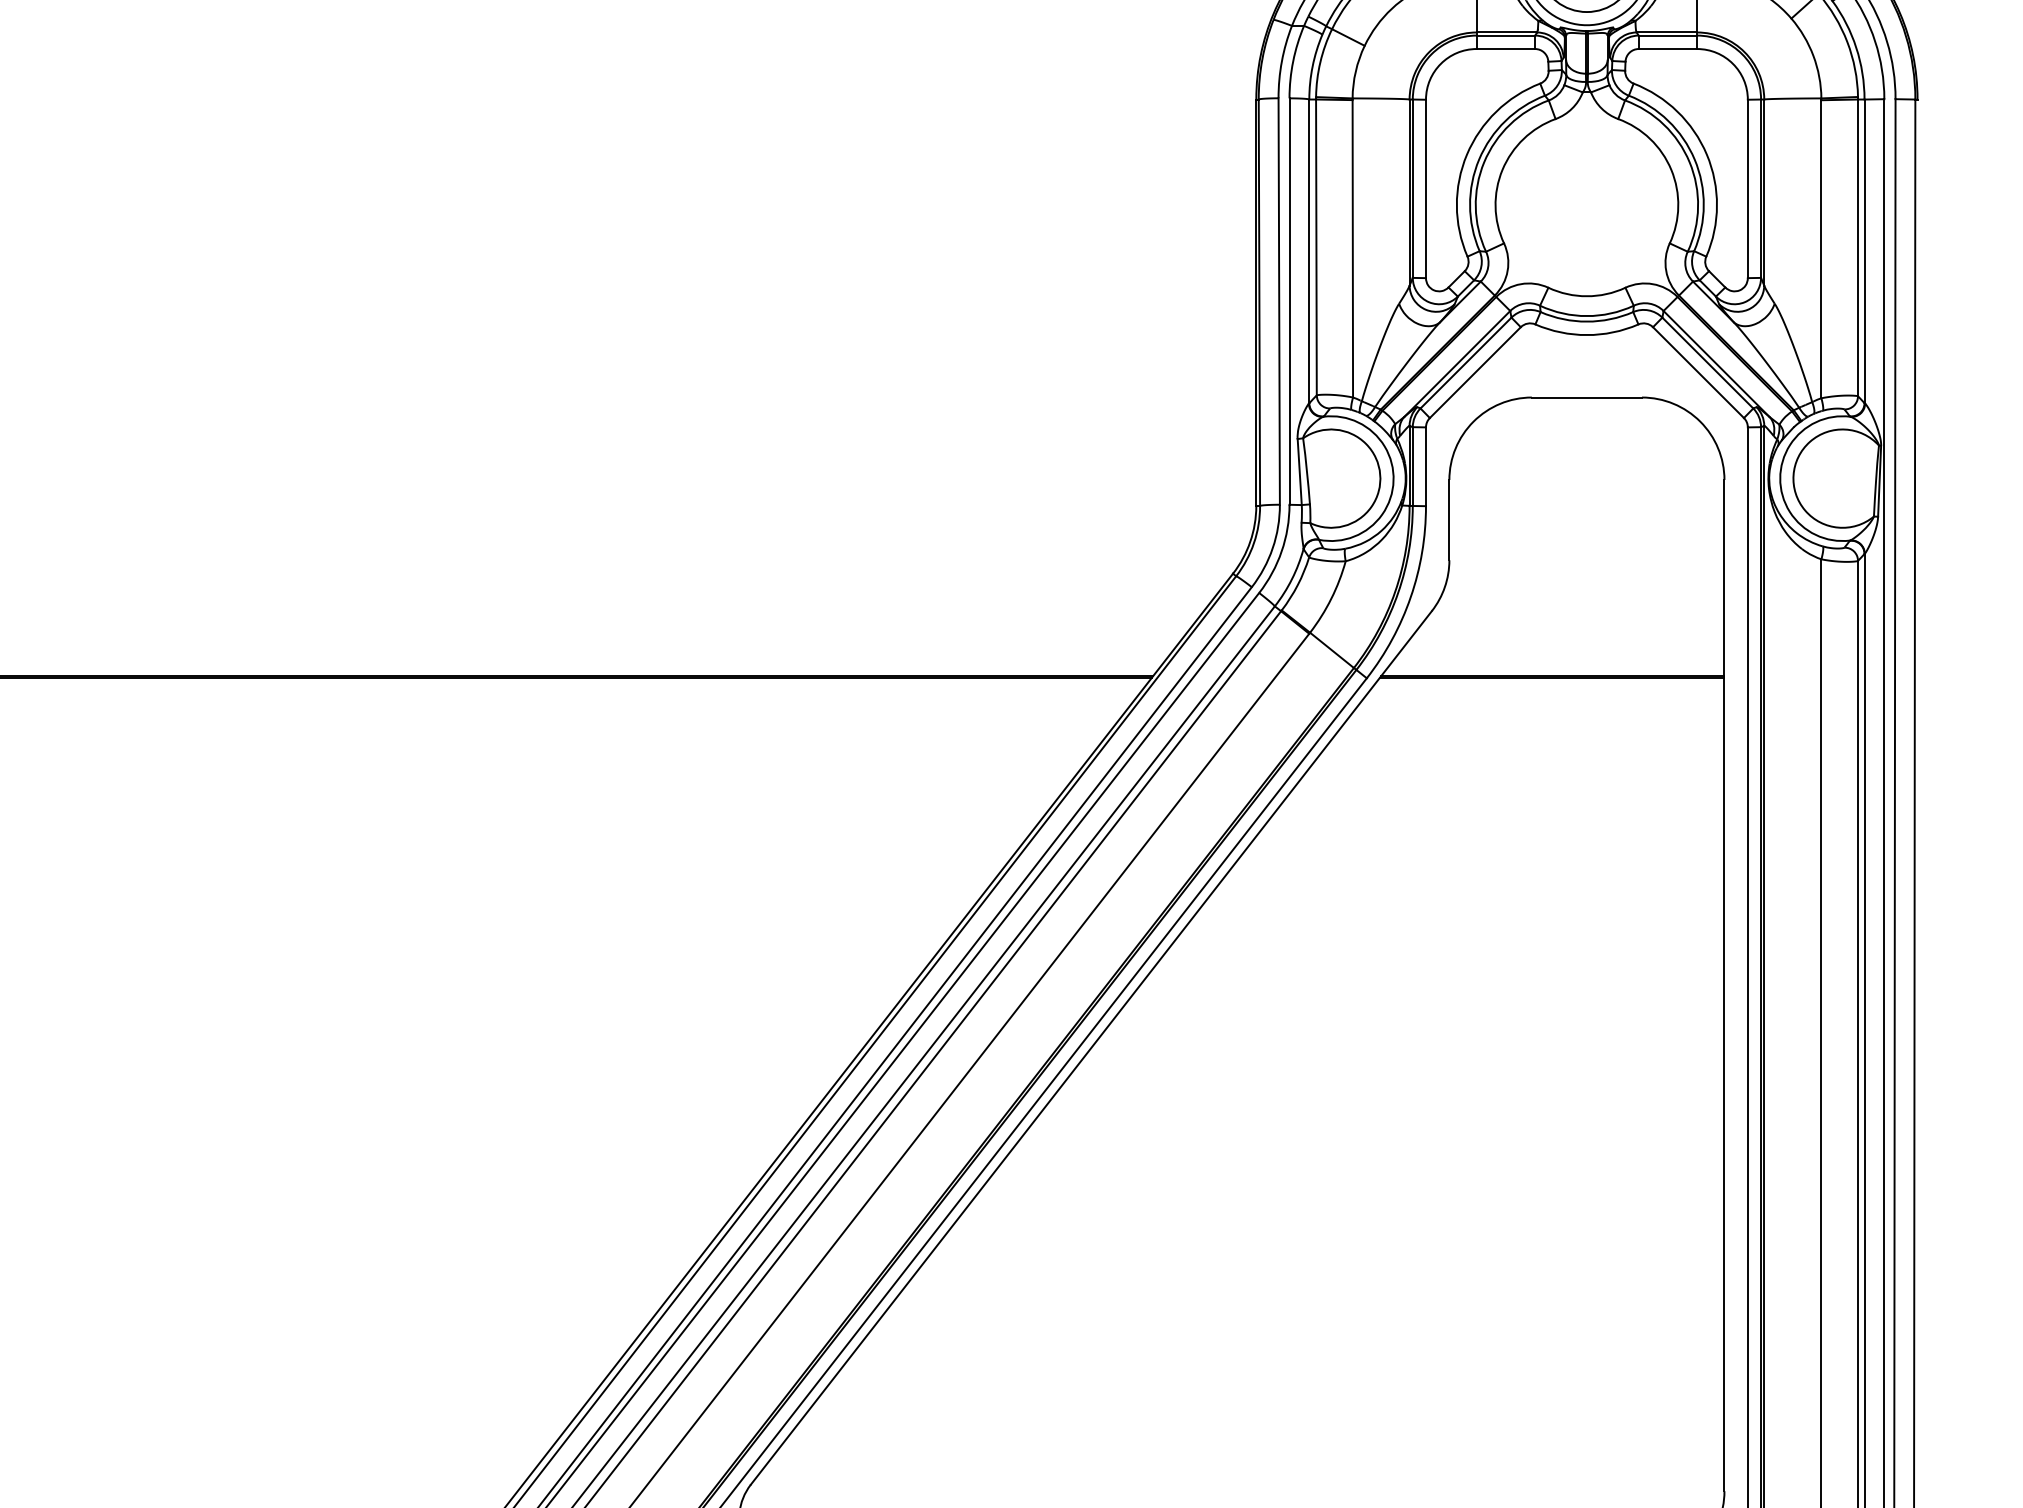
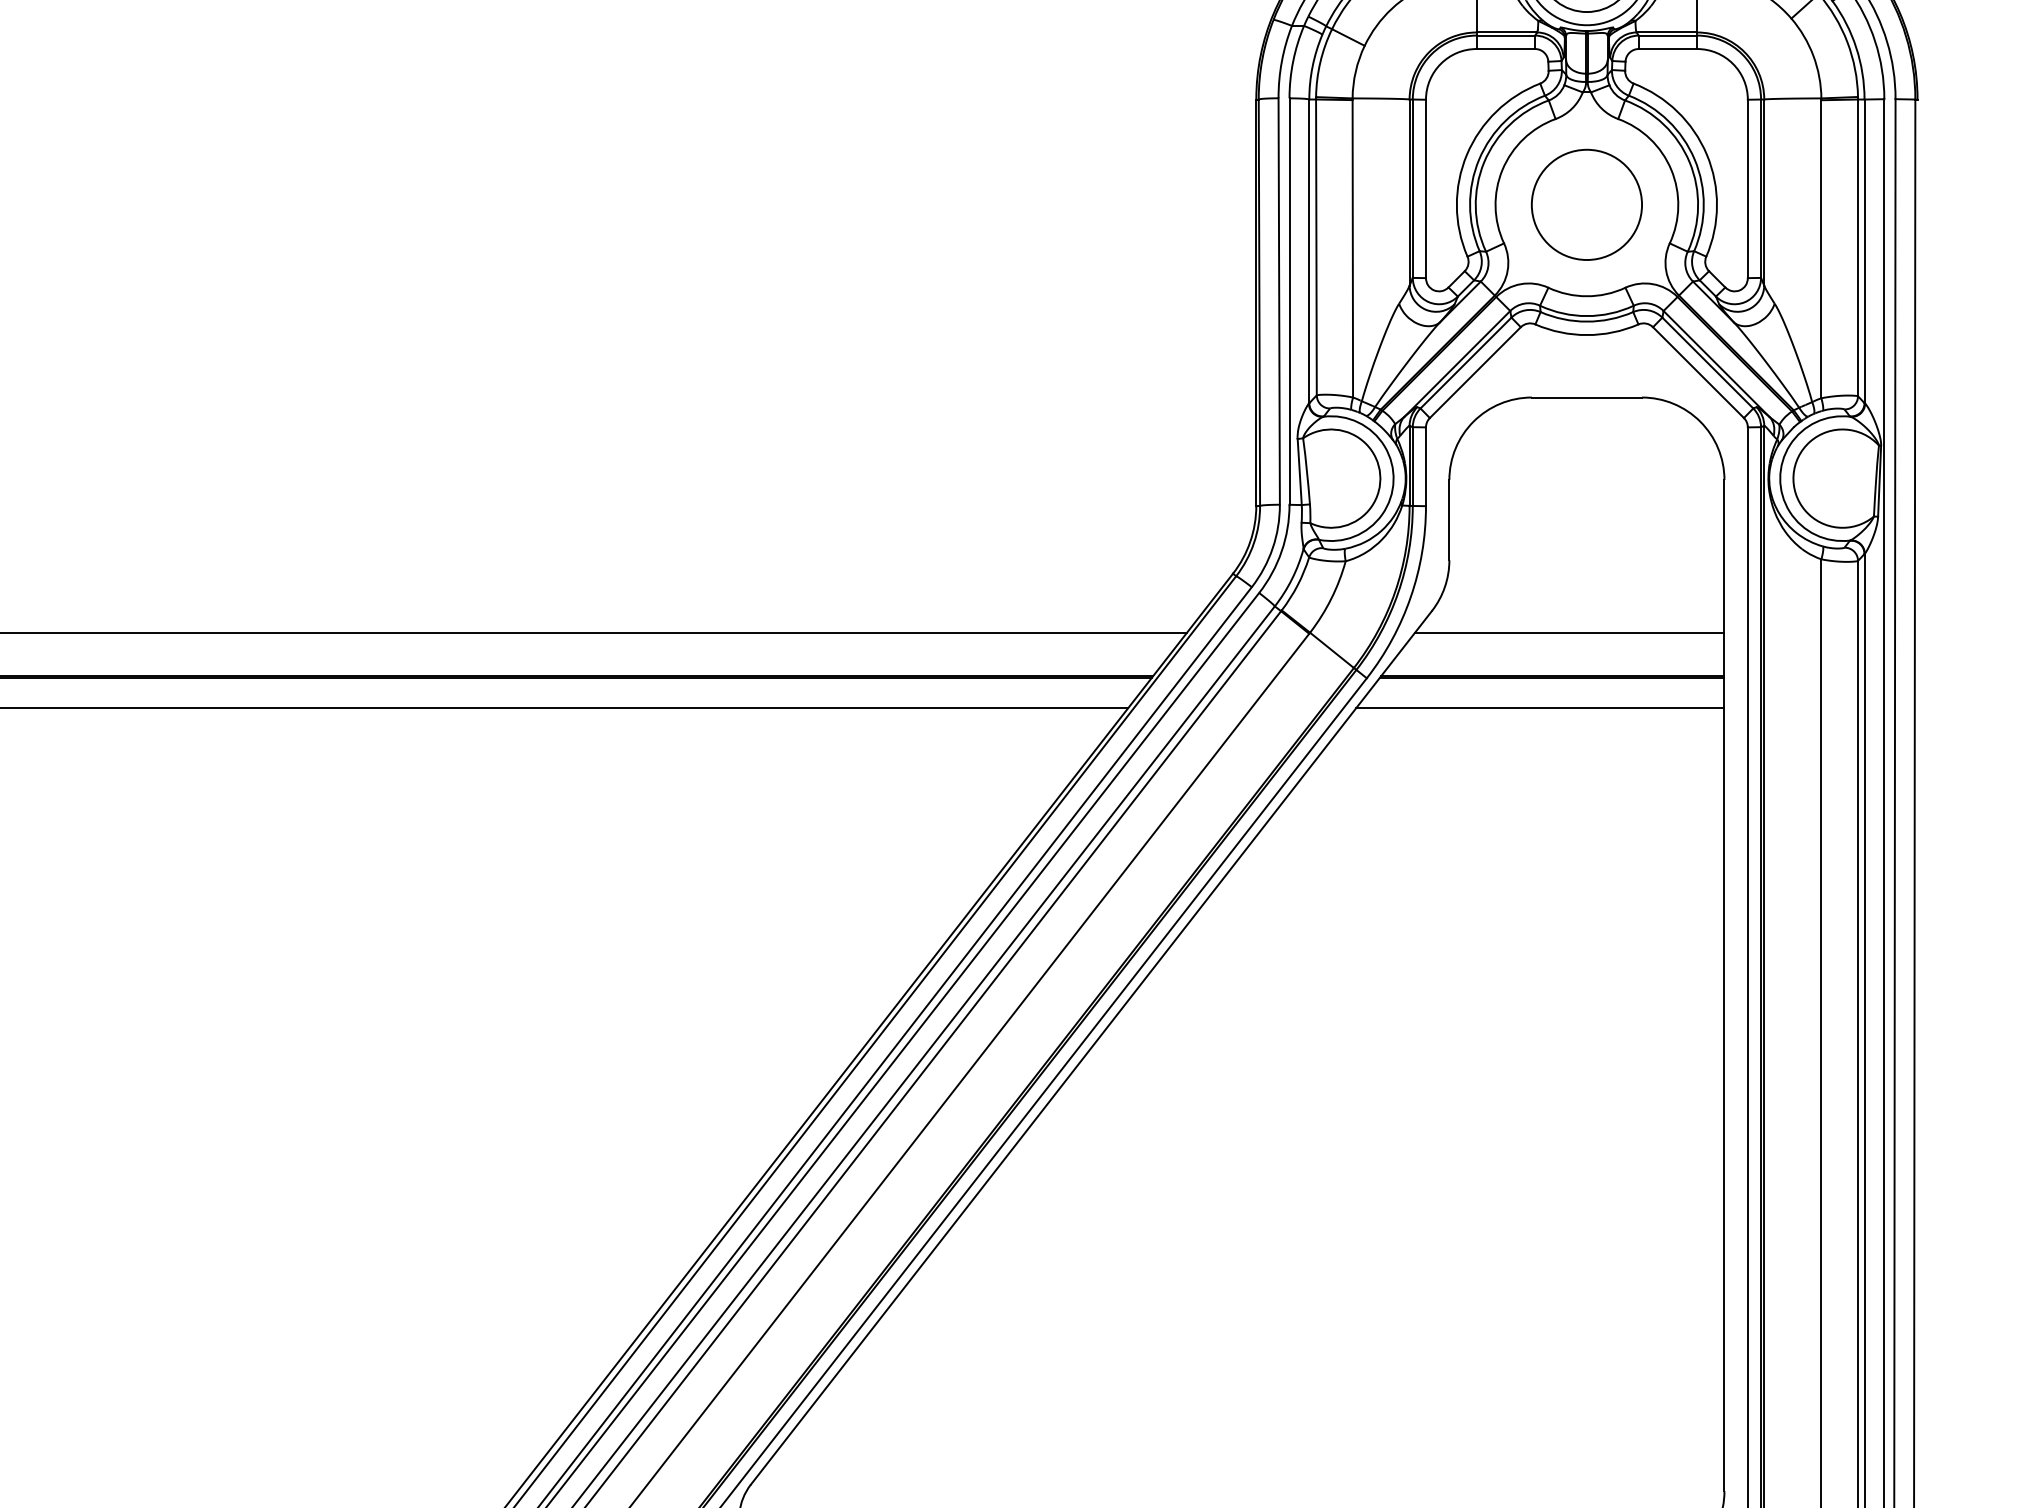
circle at (1586, 204): none -> present
line at (594, 632): none -> present
line at (1569, 632): none -> present
line at (565, 708): none -> present
line at (1540, 708): none -> present
